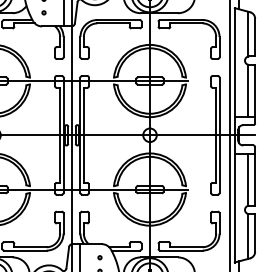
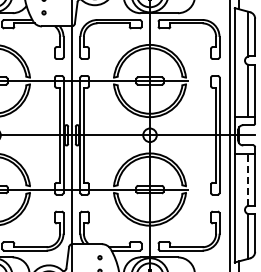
line at (64, 14): present -> none
line at (248, 179): solid -> dashed
line at (79, 256): present -> none
